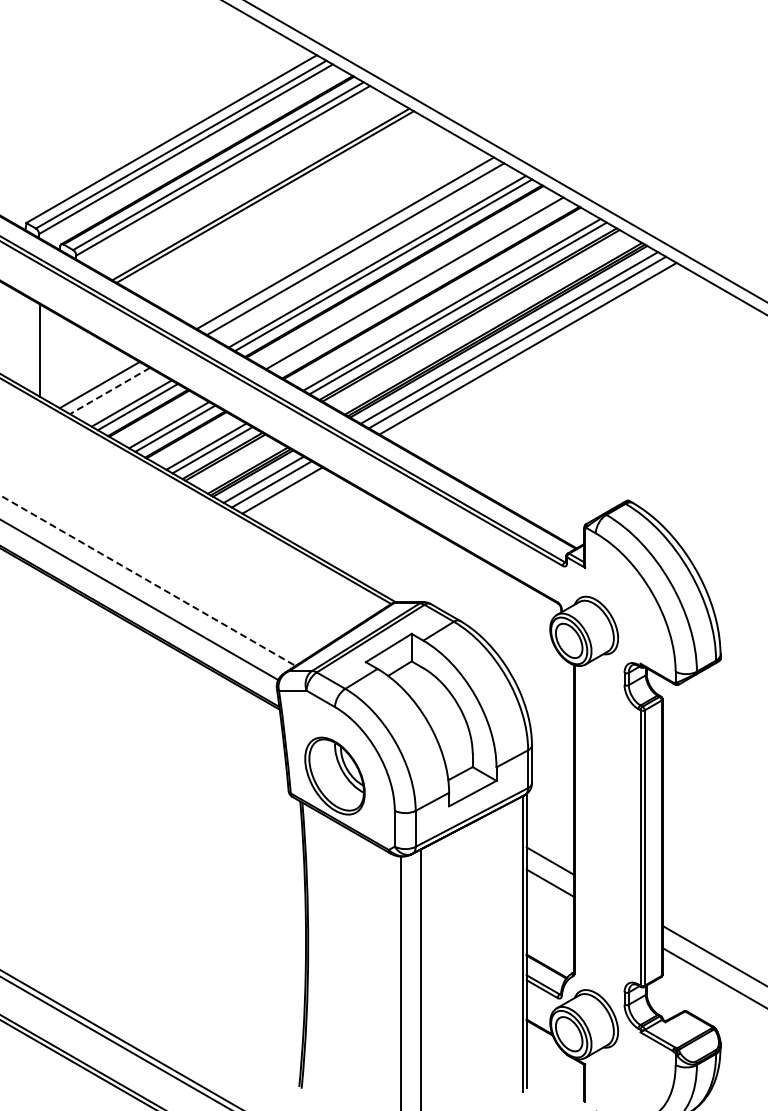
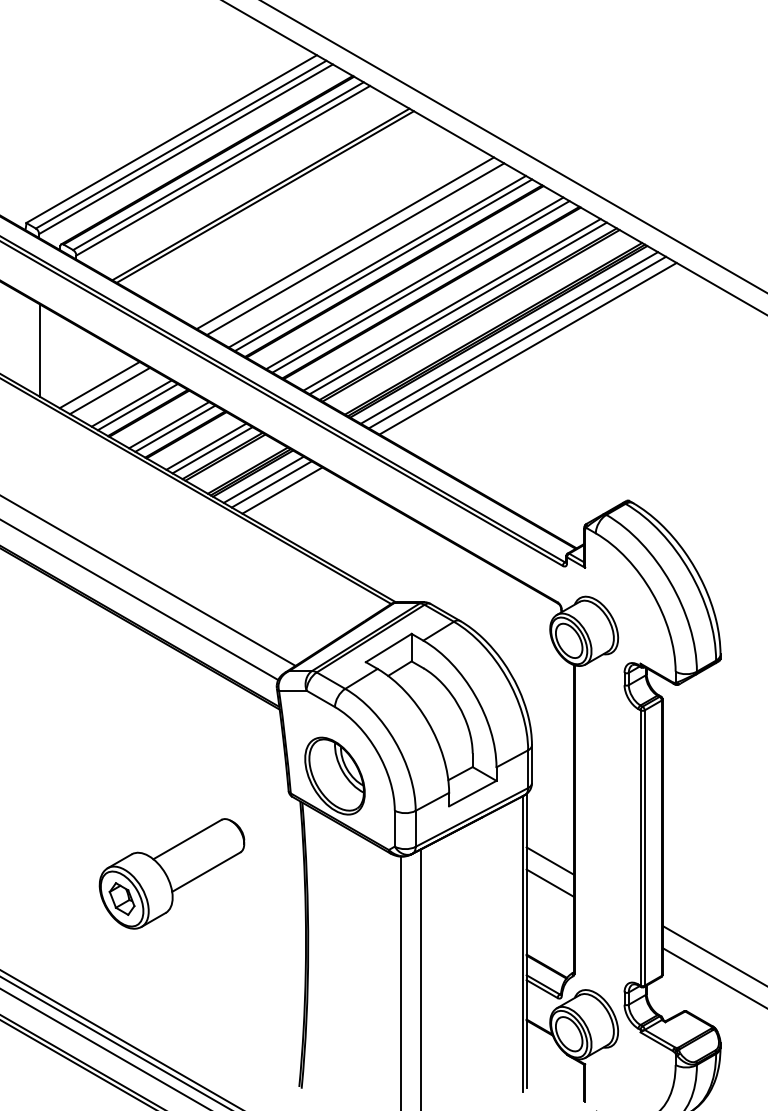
line at (505, 151) position: (505, 151) -> (513, 146)
line at (420, 286): none -> present
line at (109, 391): dashed -> solid
line at (148, 580): dashed -> solid
part at (171, 873): none -> present
line at (104, 1048): none -> present
